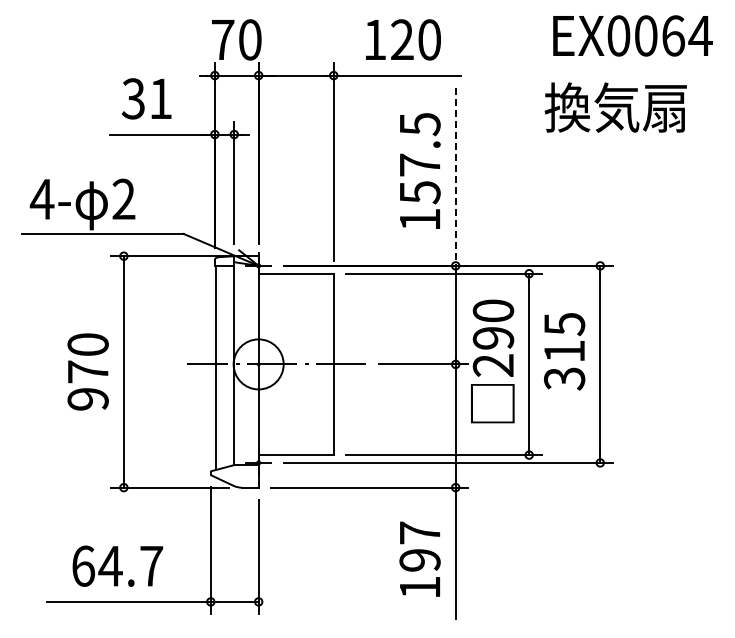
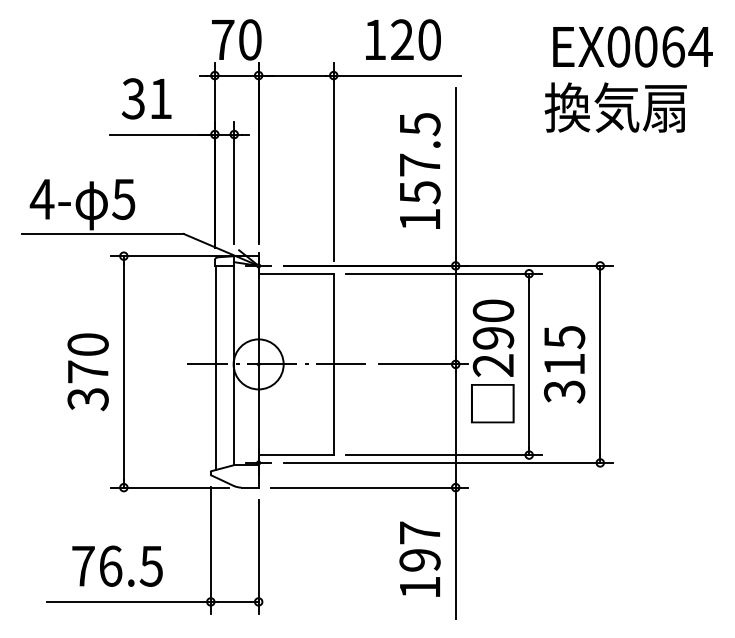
text at (632, 35) position: (632, 35) -> (632, 46)
line at (455, 177): dashed -> solid
text at (123, 199): 2 -> 5
text at (564, 351) position: (564, 351) -> (564, 364)
text at (87, 399): 970 -> 370
text at (117, 565): 64.7 -> 76.5
